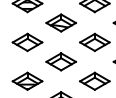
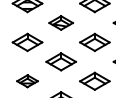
part at (60, 22) size: 32x20 px -> 26x16 px
part at (27, 80) size: 33x20 px -> 23x15 px
